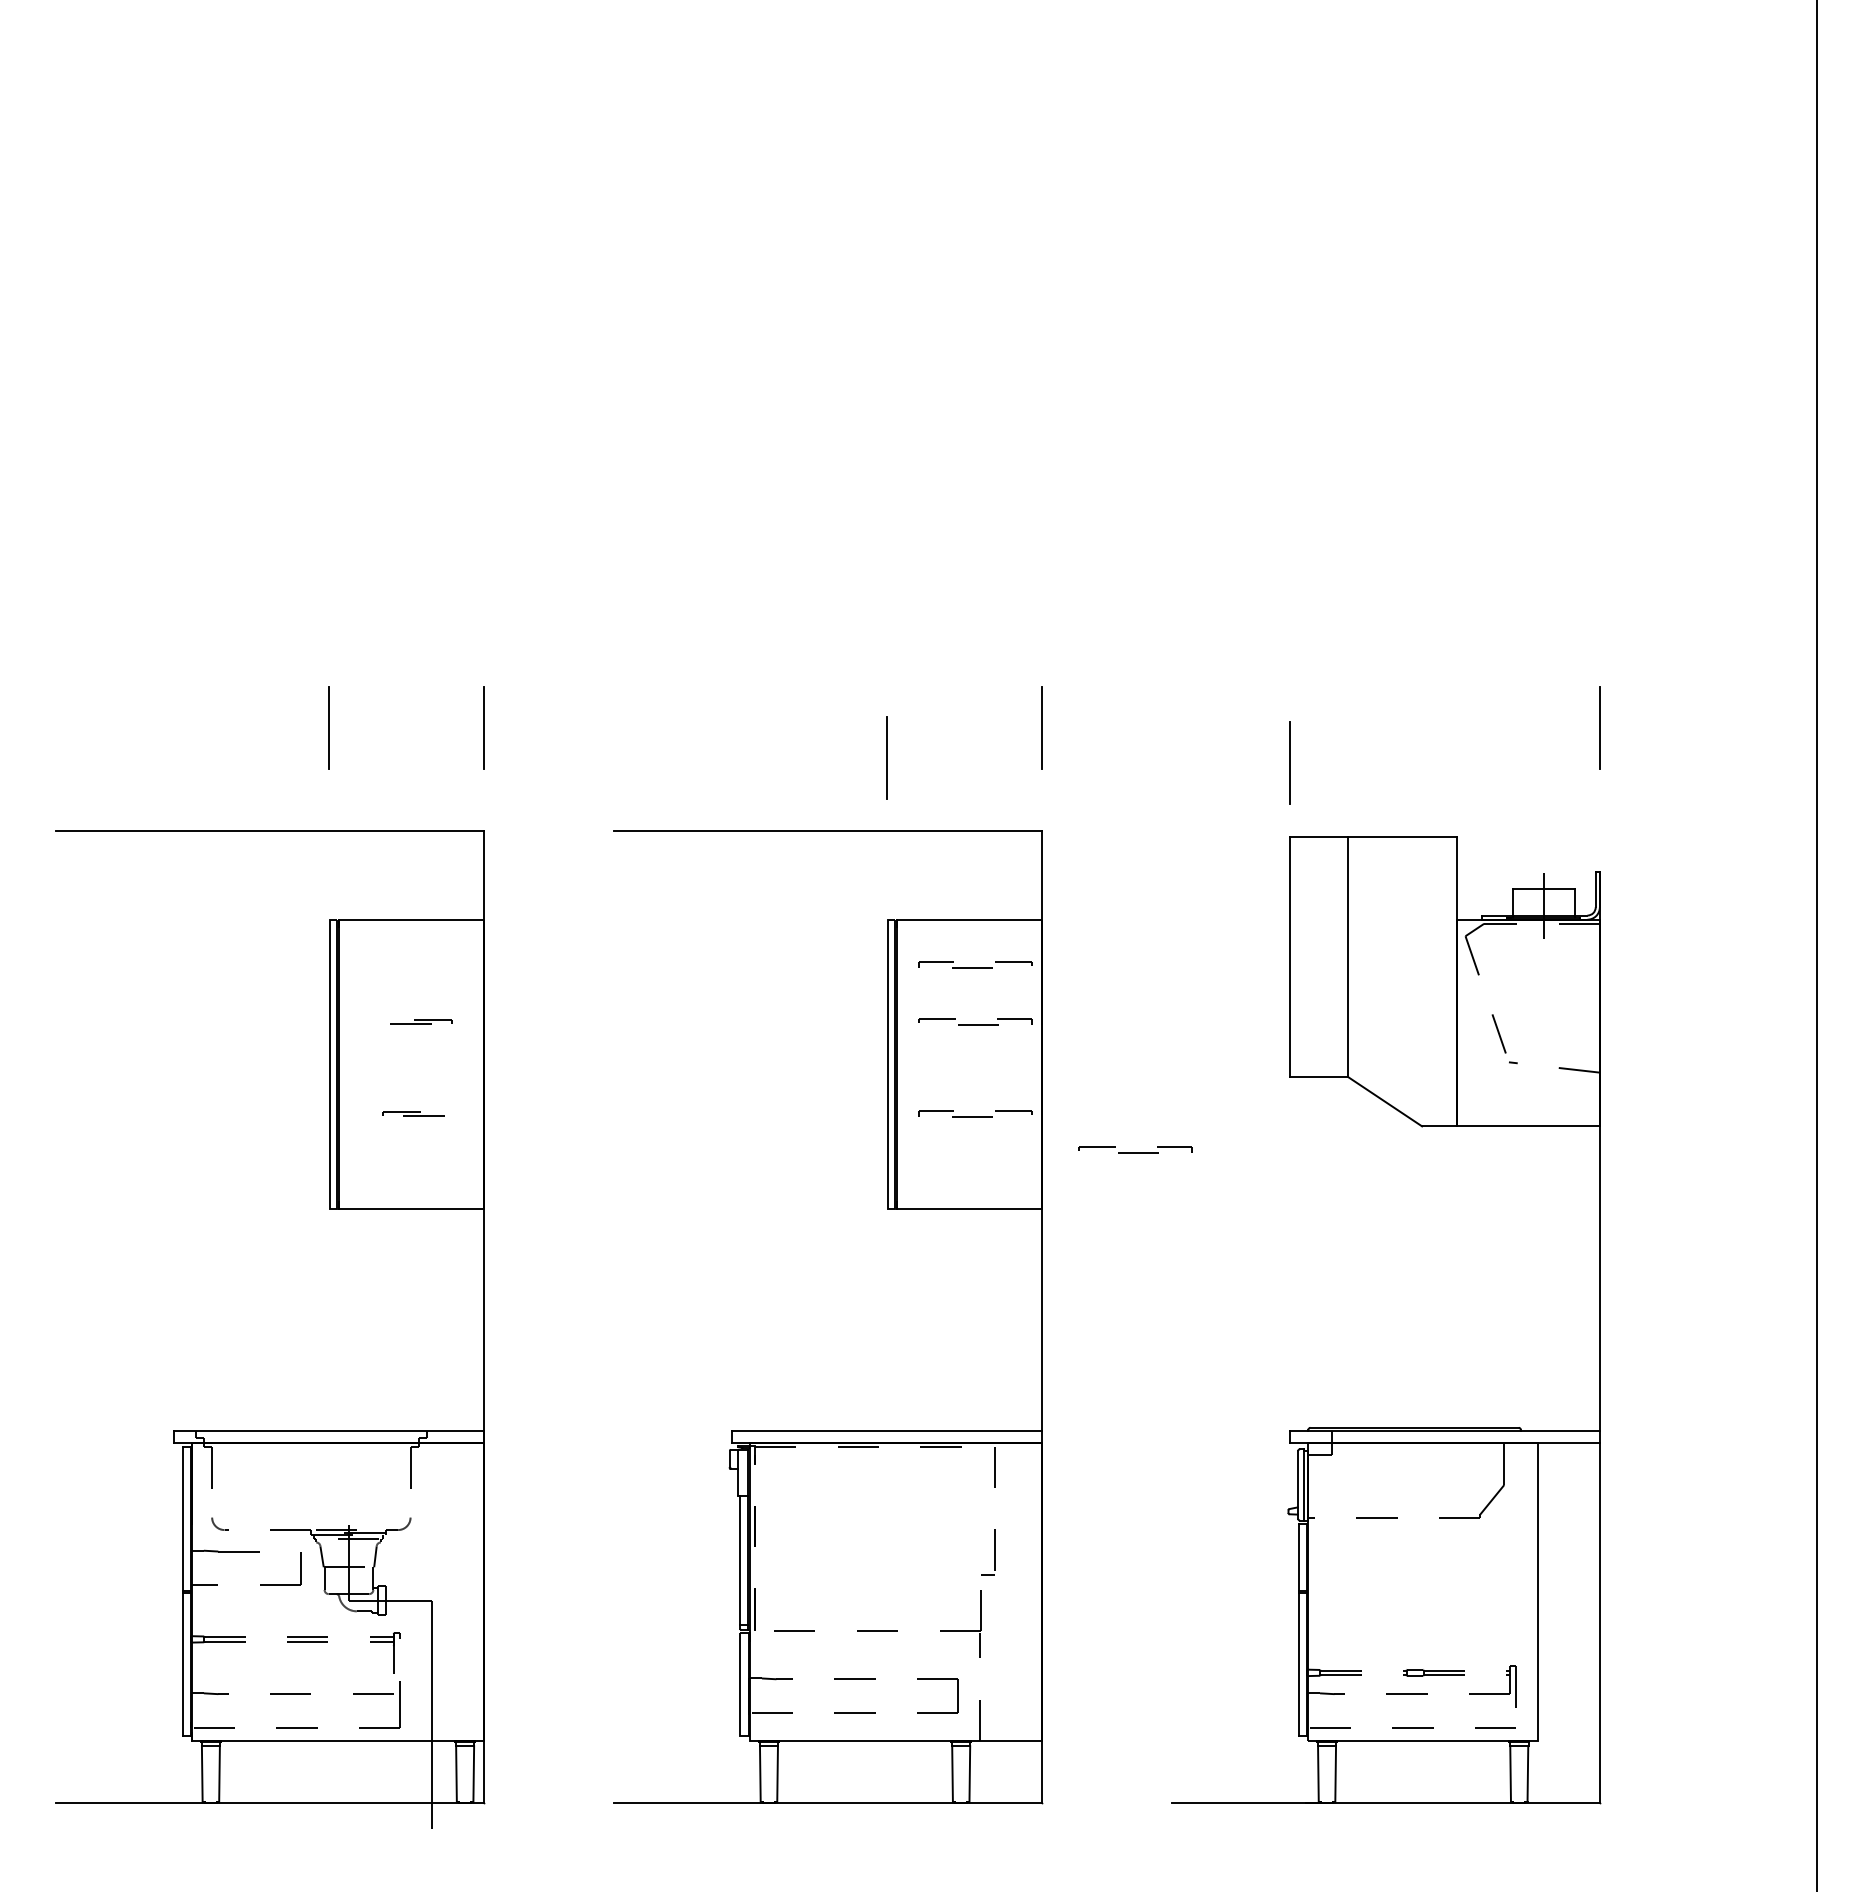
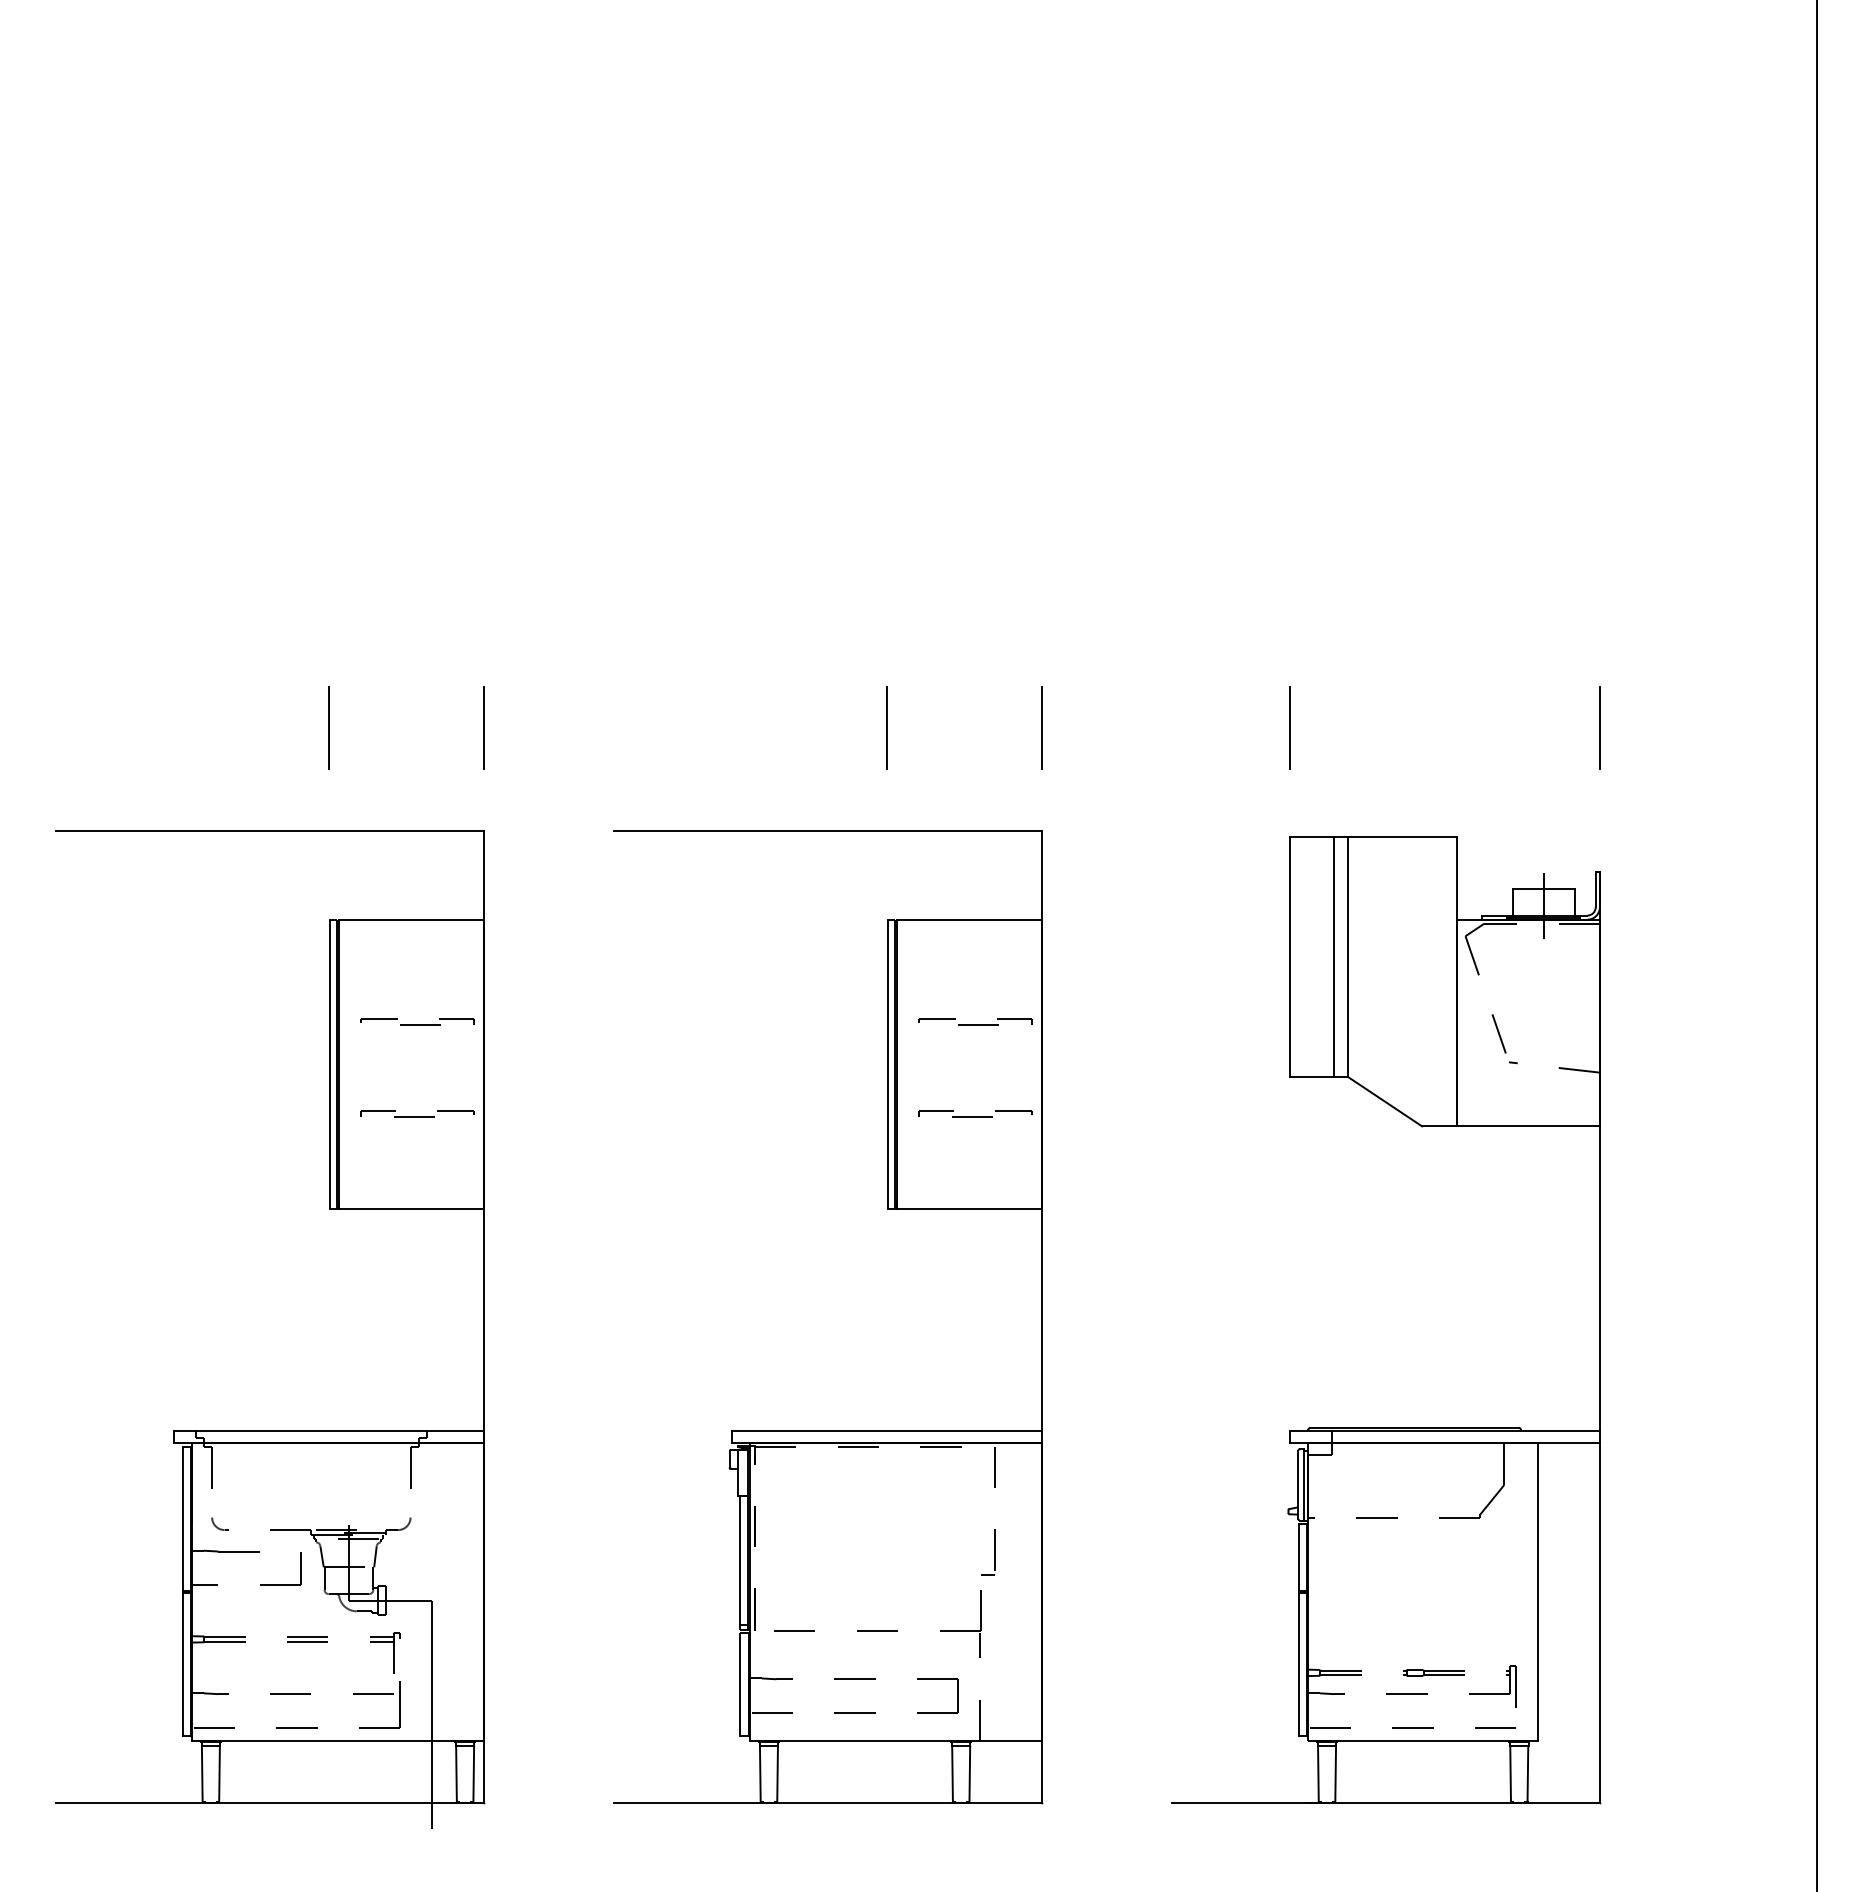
line at (886, 757) position: (886, 757) -> (886, 727)
line at (1289, 762) position: (1289, 762) -> (1289, 727)
line at (1334, 956): none -> present
part at (975, 964): present -> none
part at (421, 1021) size: 63x6 px -> 115x8 px
part at (413, 1113) size: 63x6 px -> 115x8 px
part at (1135, 1149): present -> none
